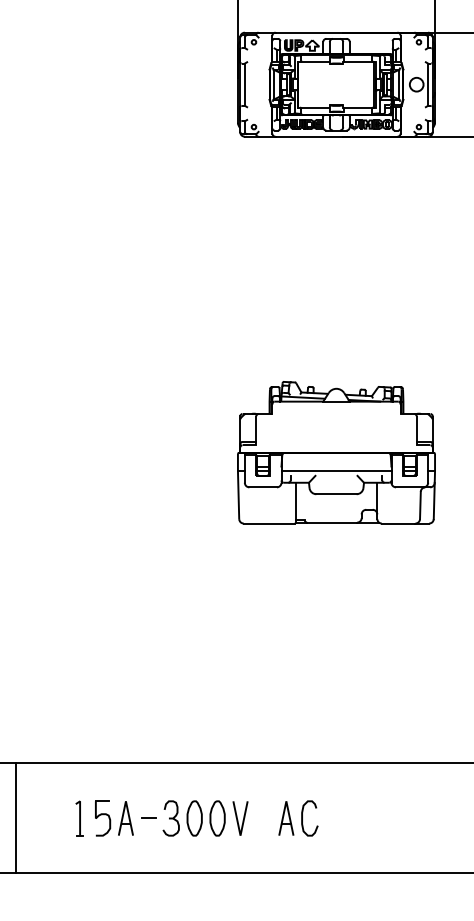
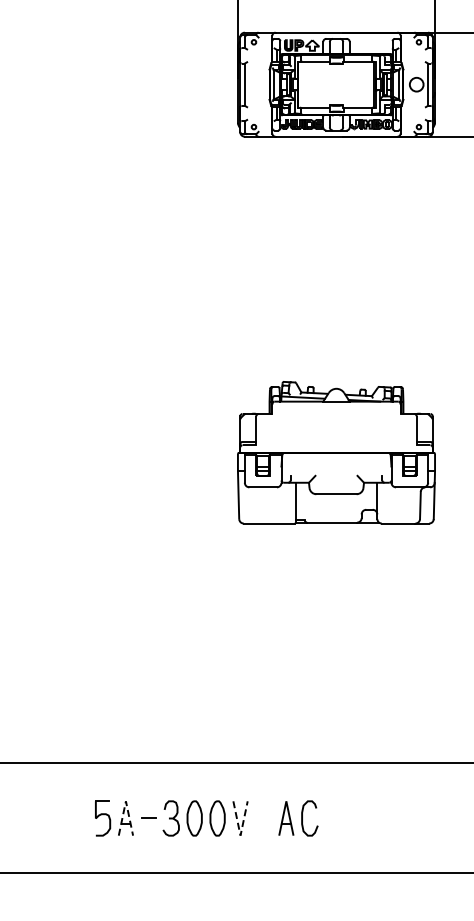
line at (336, 471): present -> none
line at (125, 801): solid -> dashed
line at (15, 818): present -> none
part at (79, 818): present -> none
line at (240, 835): solid -> dashed
